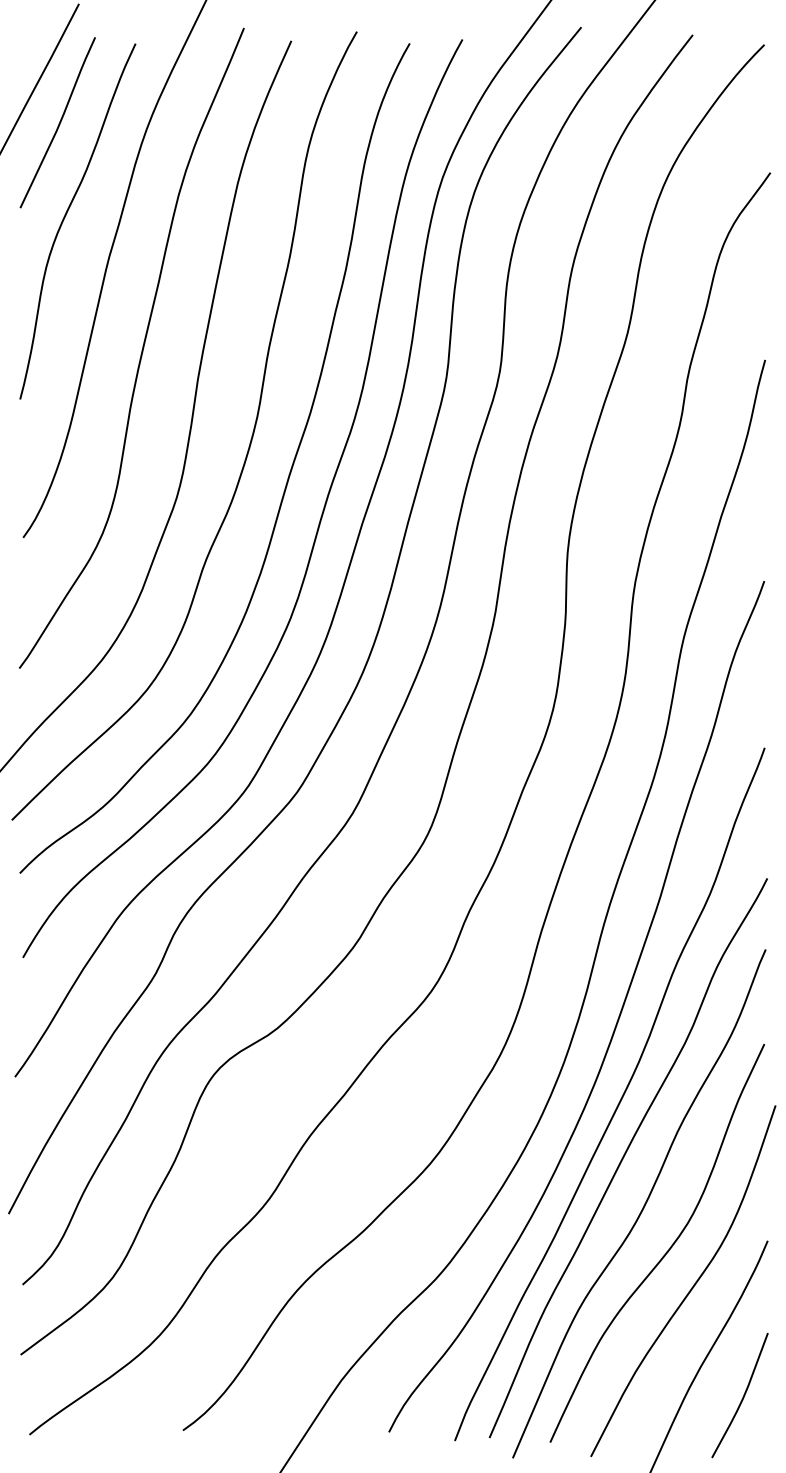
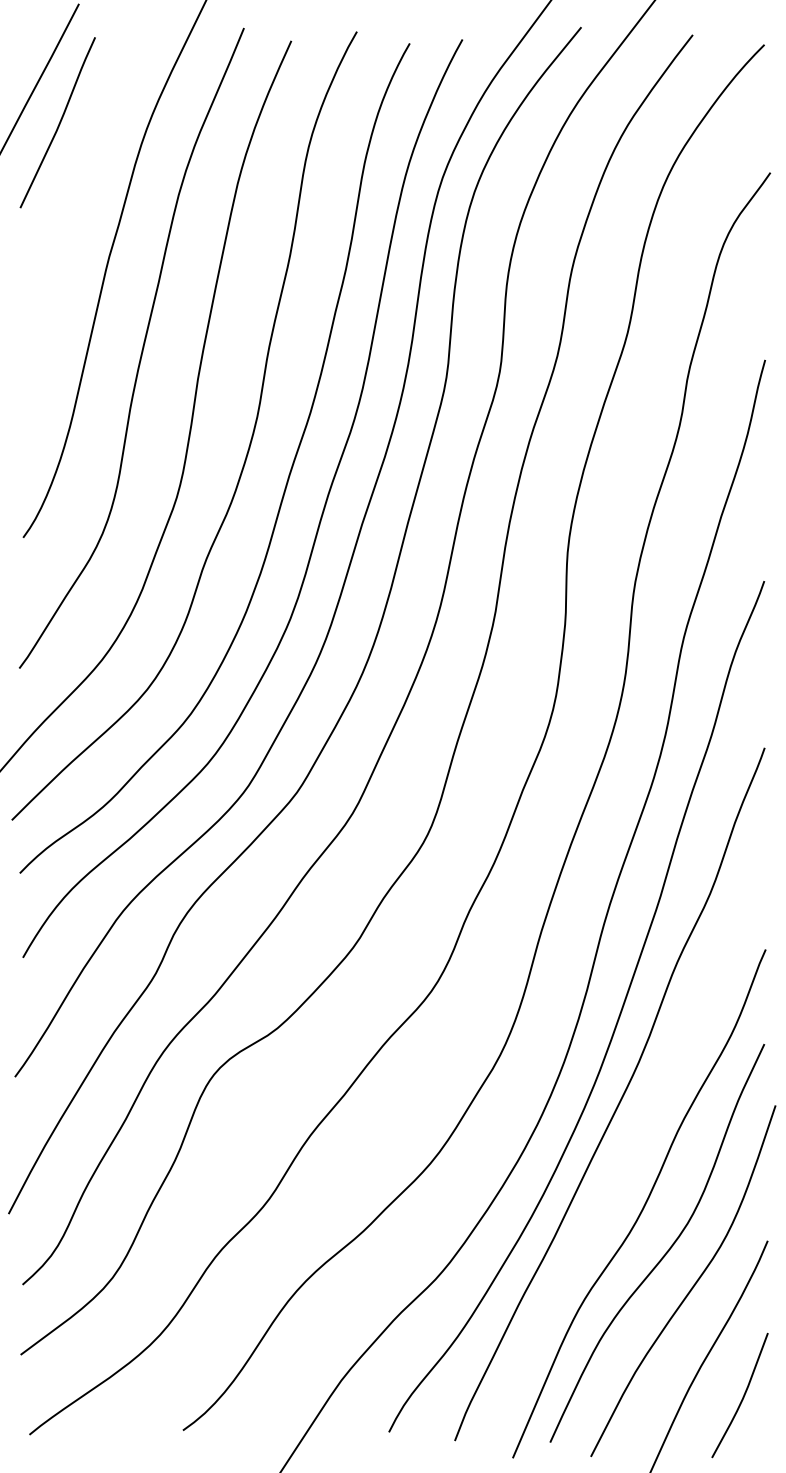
curve at (66, 215): present -> none
curve at (624, 1157): present -> none
